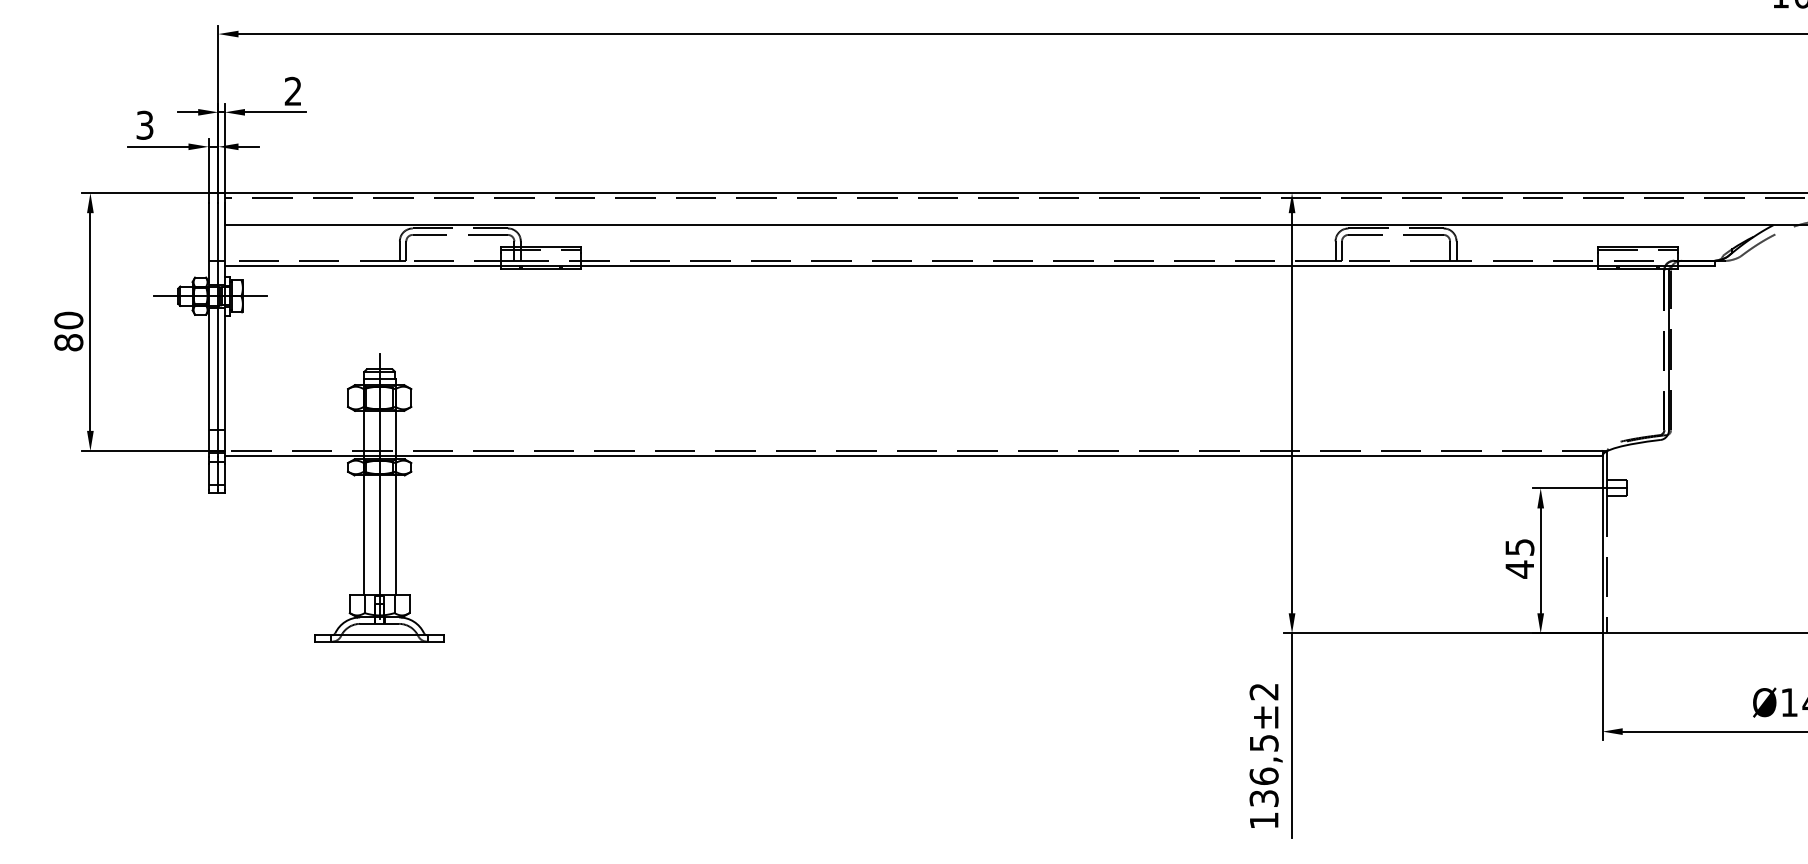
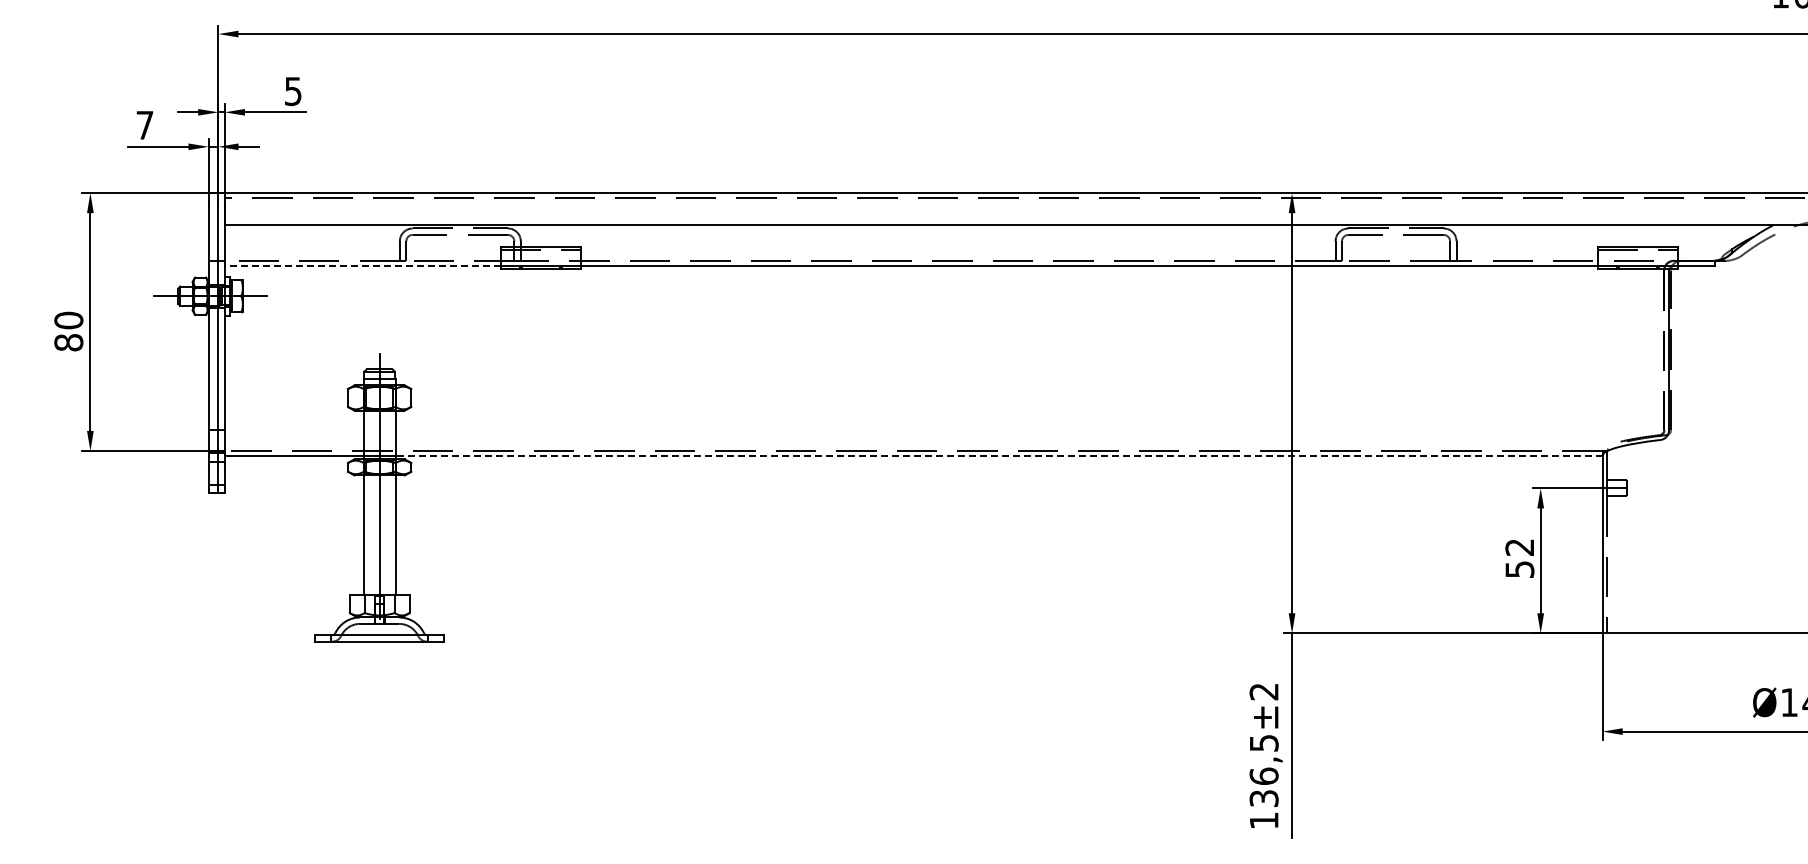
text at (292, 91): 2 -> 5
text at (144, 124): 3 -> 7
line at (362, 265): solid -> dashed
line at (998, 455): solid -> dashed
text at (1519, 558): 45 -> 52
